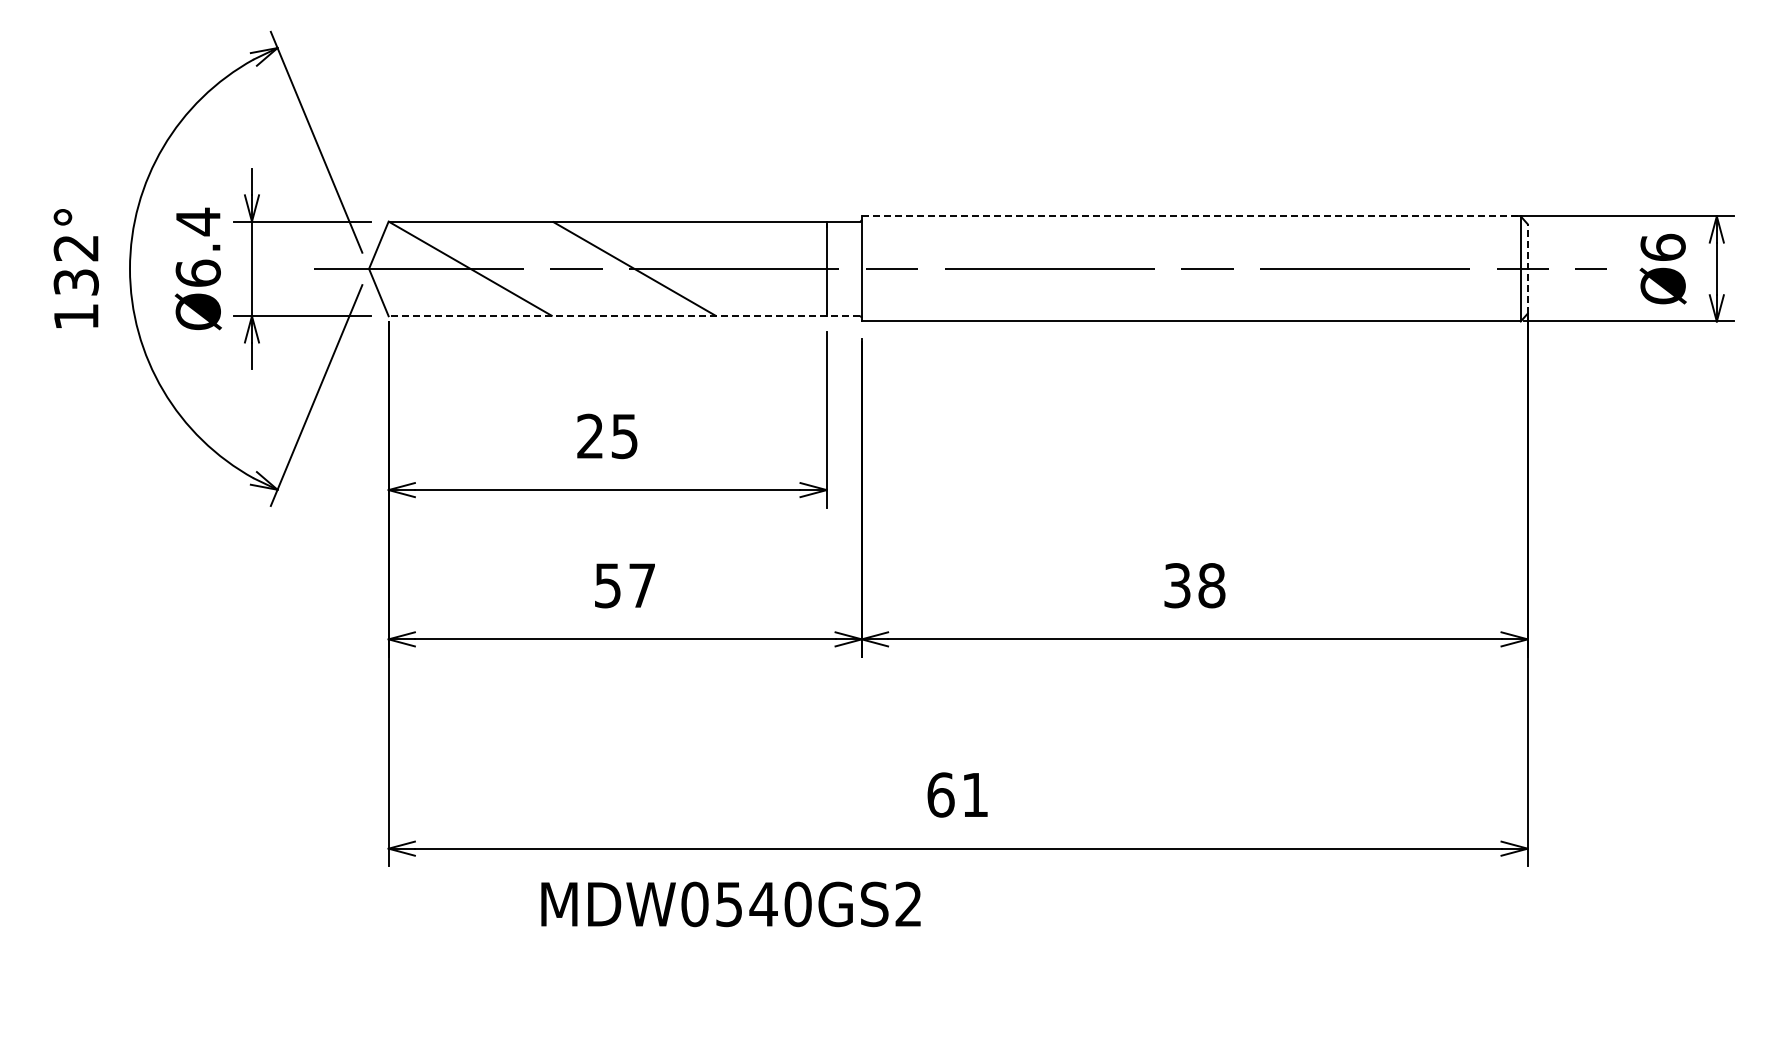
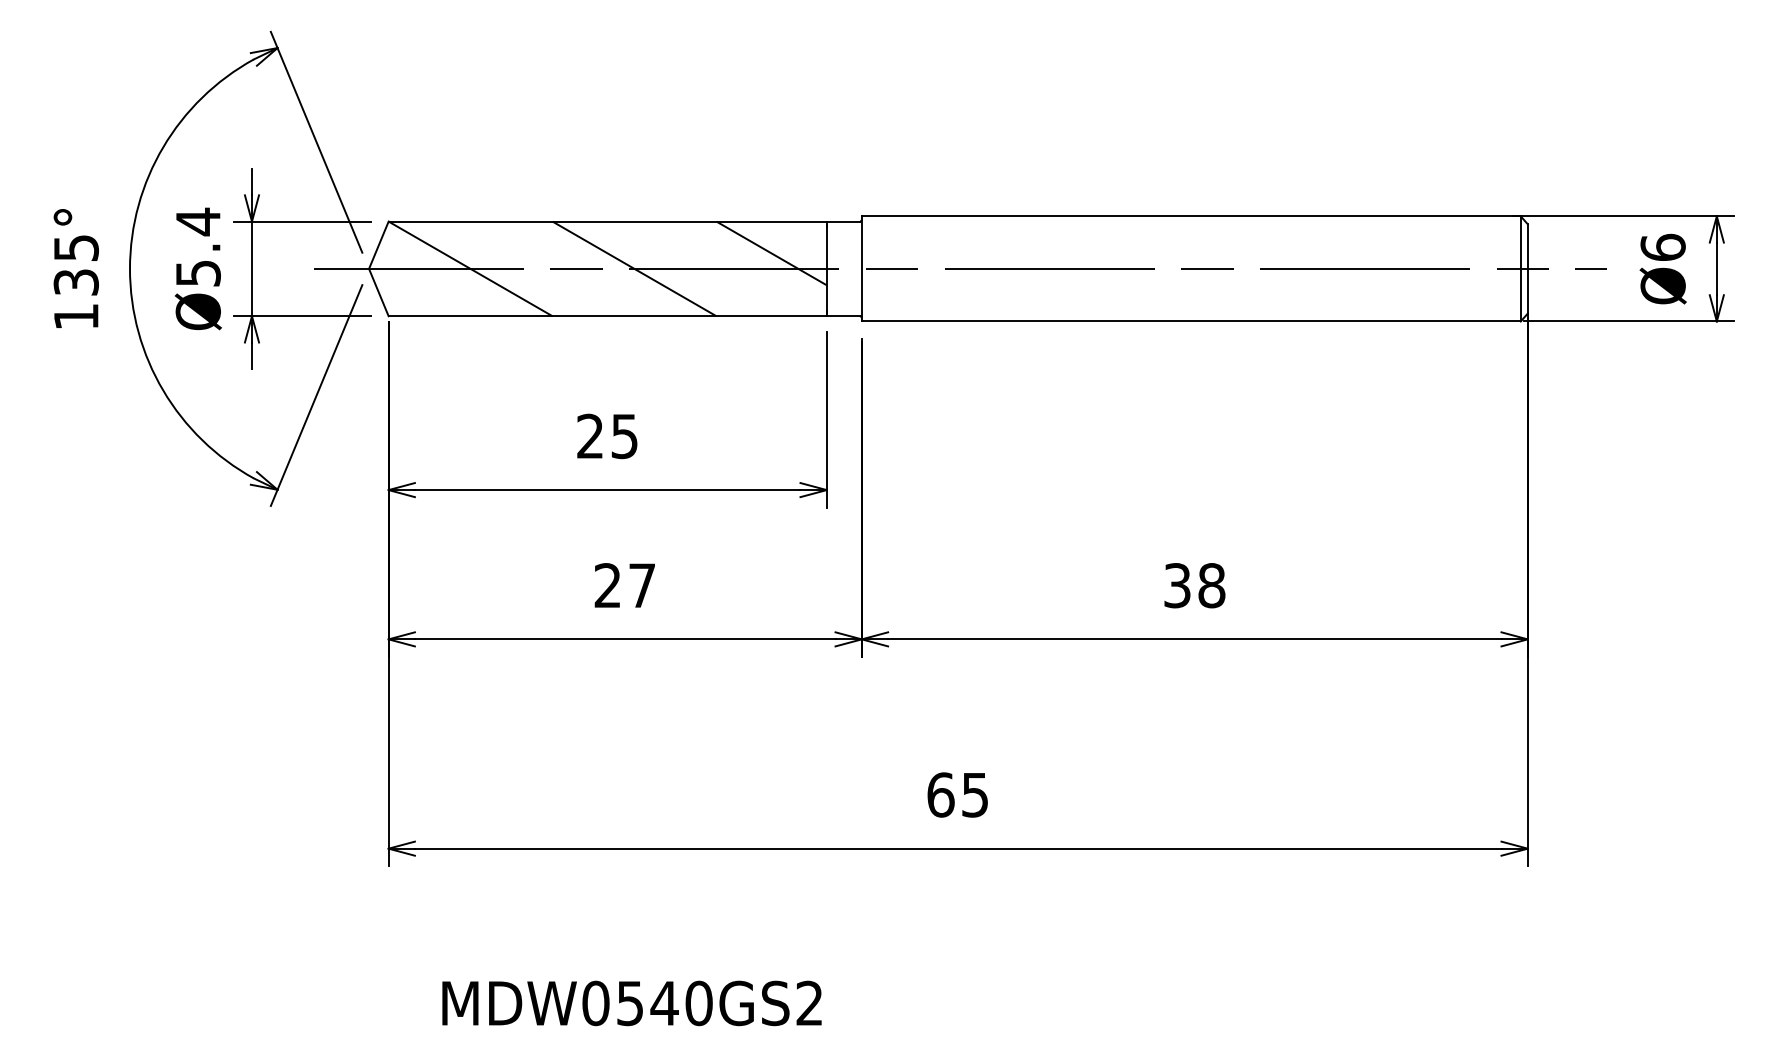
line at (1191, 216): dashed -> solid
text at (75, 248): 132° -> 135°
line at (771, 253): none -> present
line at (1527, 268): dashed -> solid
text at (197, 272): Ø6.4 -> Ø5.4
line at (624, 316): dashed -> solid
text at (607, 585): 57 -> 27
text at (974, 795): 61 -> 65
text at (730, 904) position: (730, 904) -> (631, 1003)
